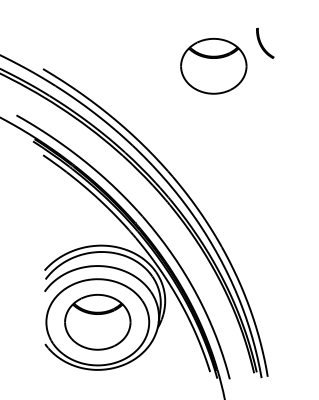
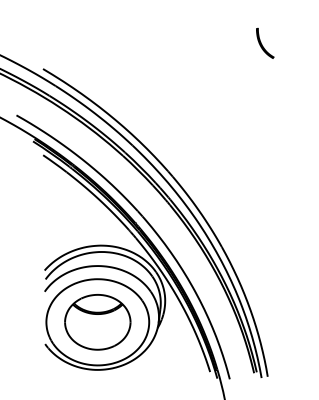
part at (213, 66): present -> none
